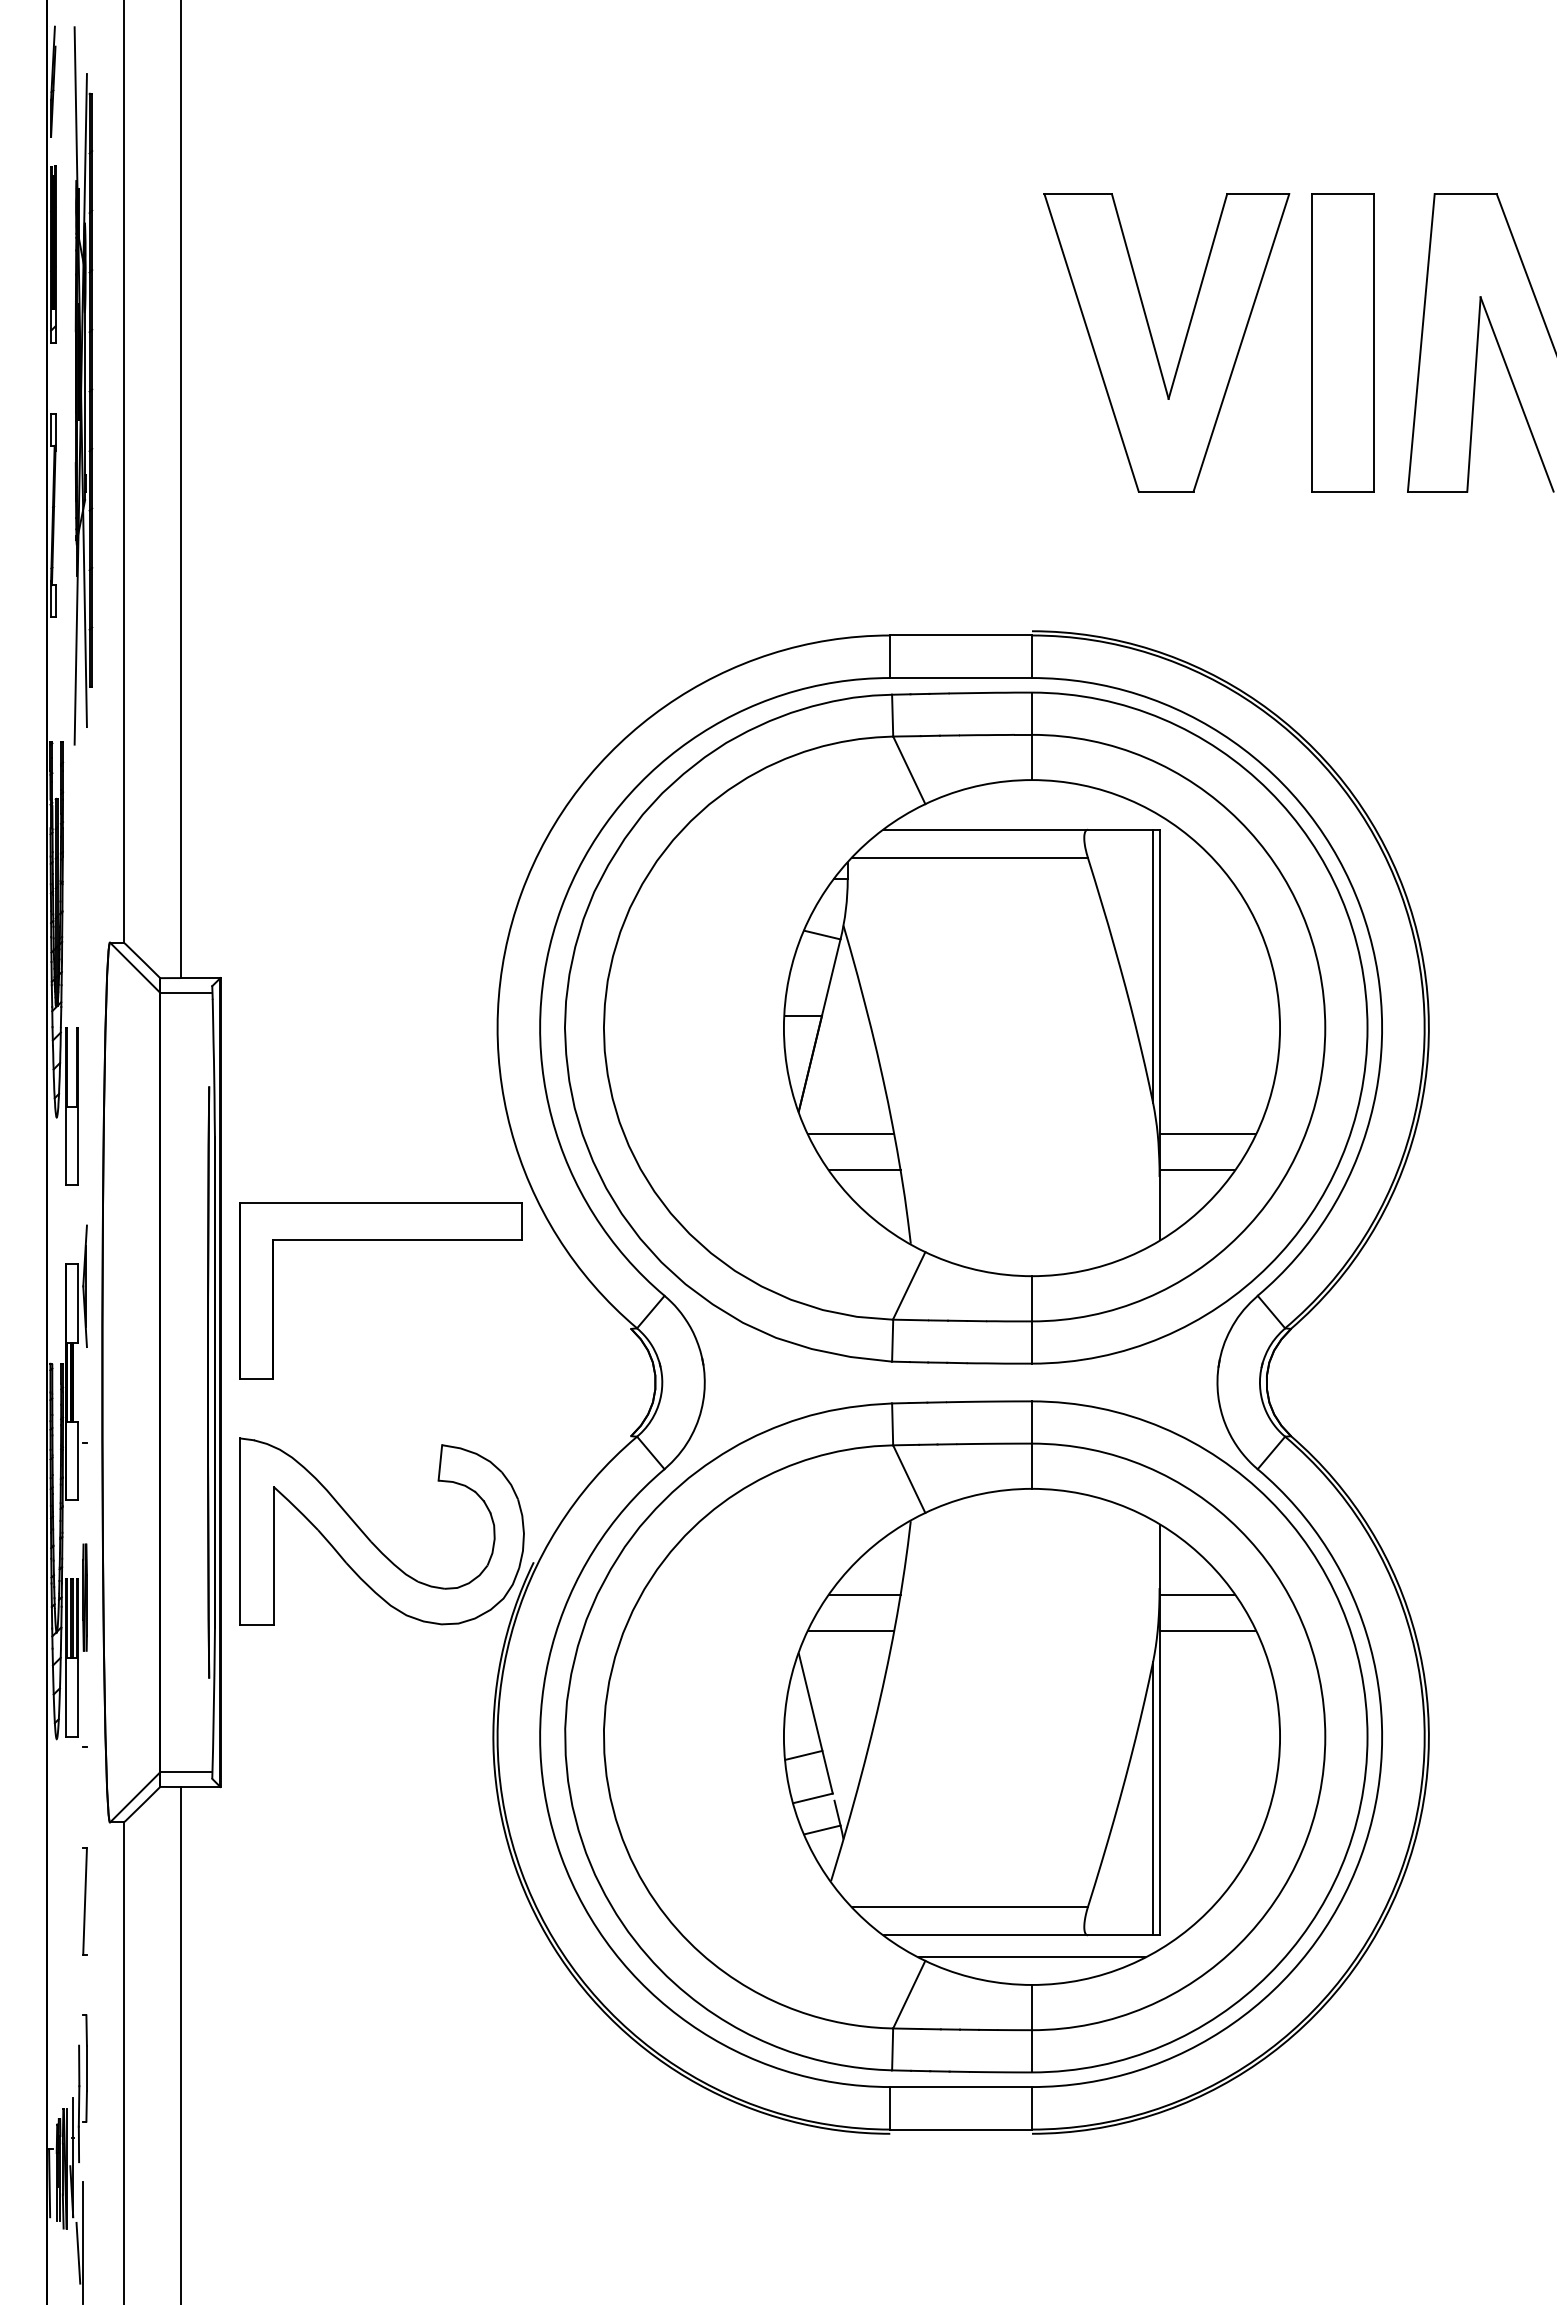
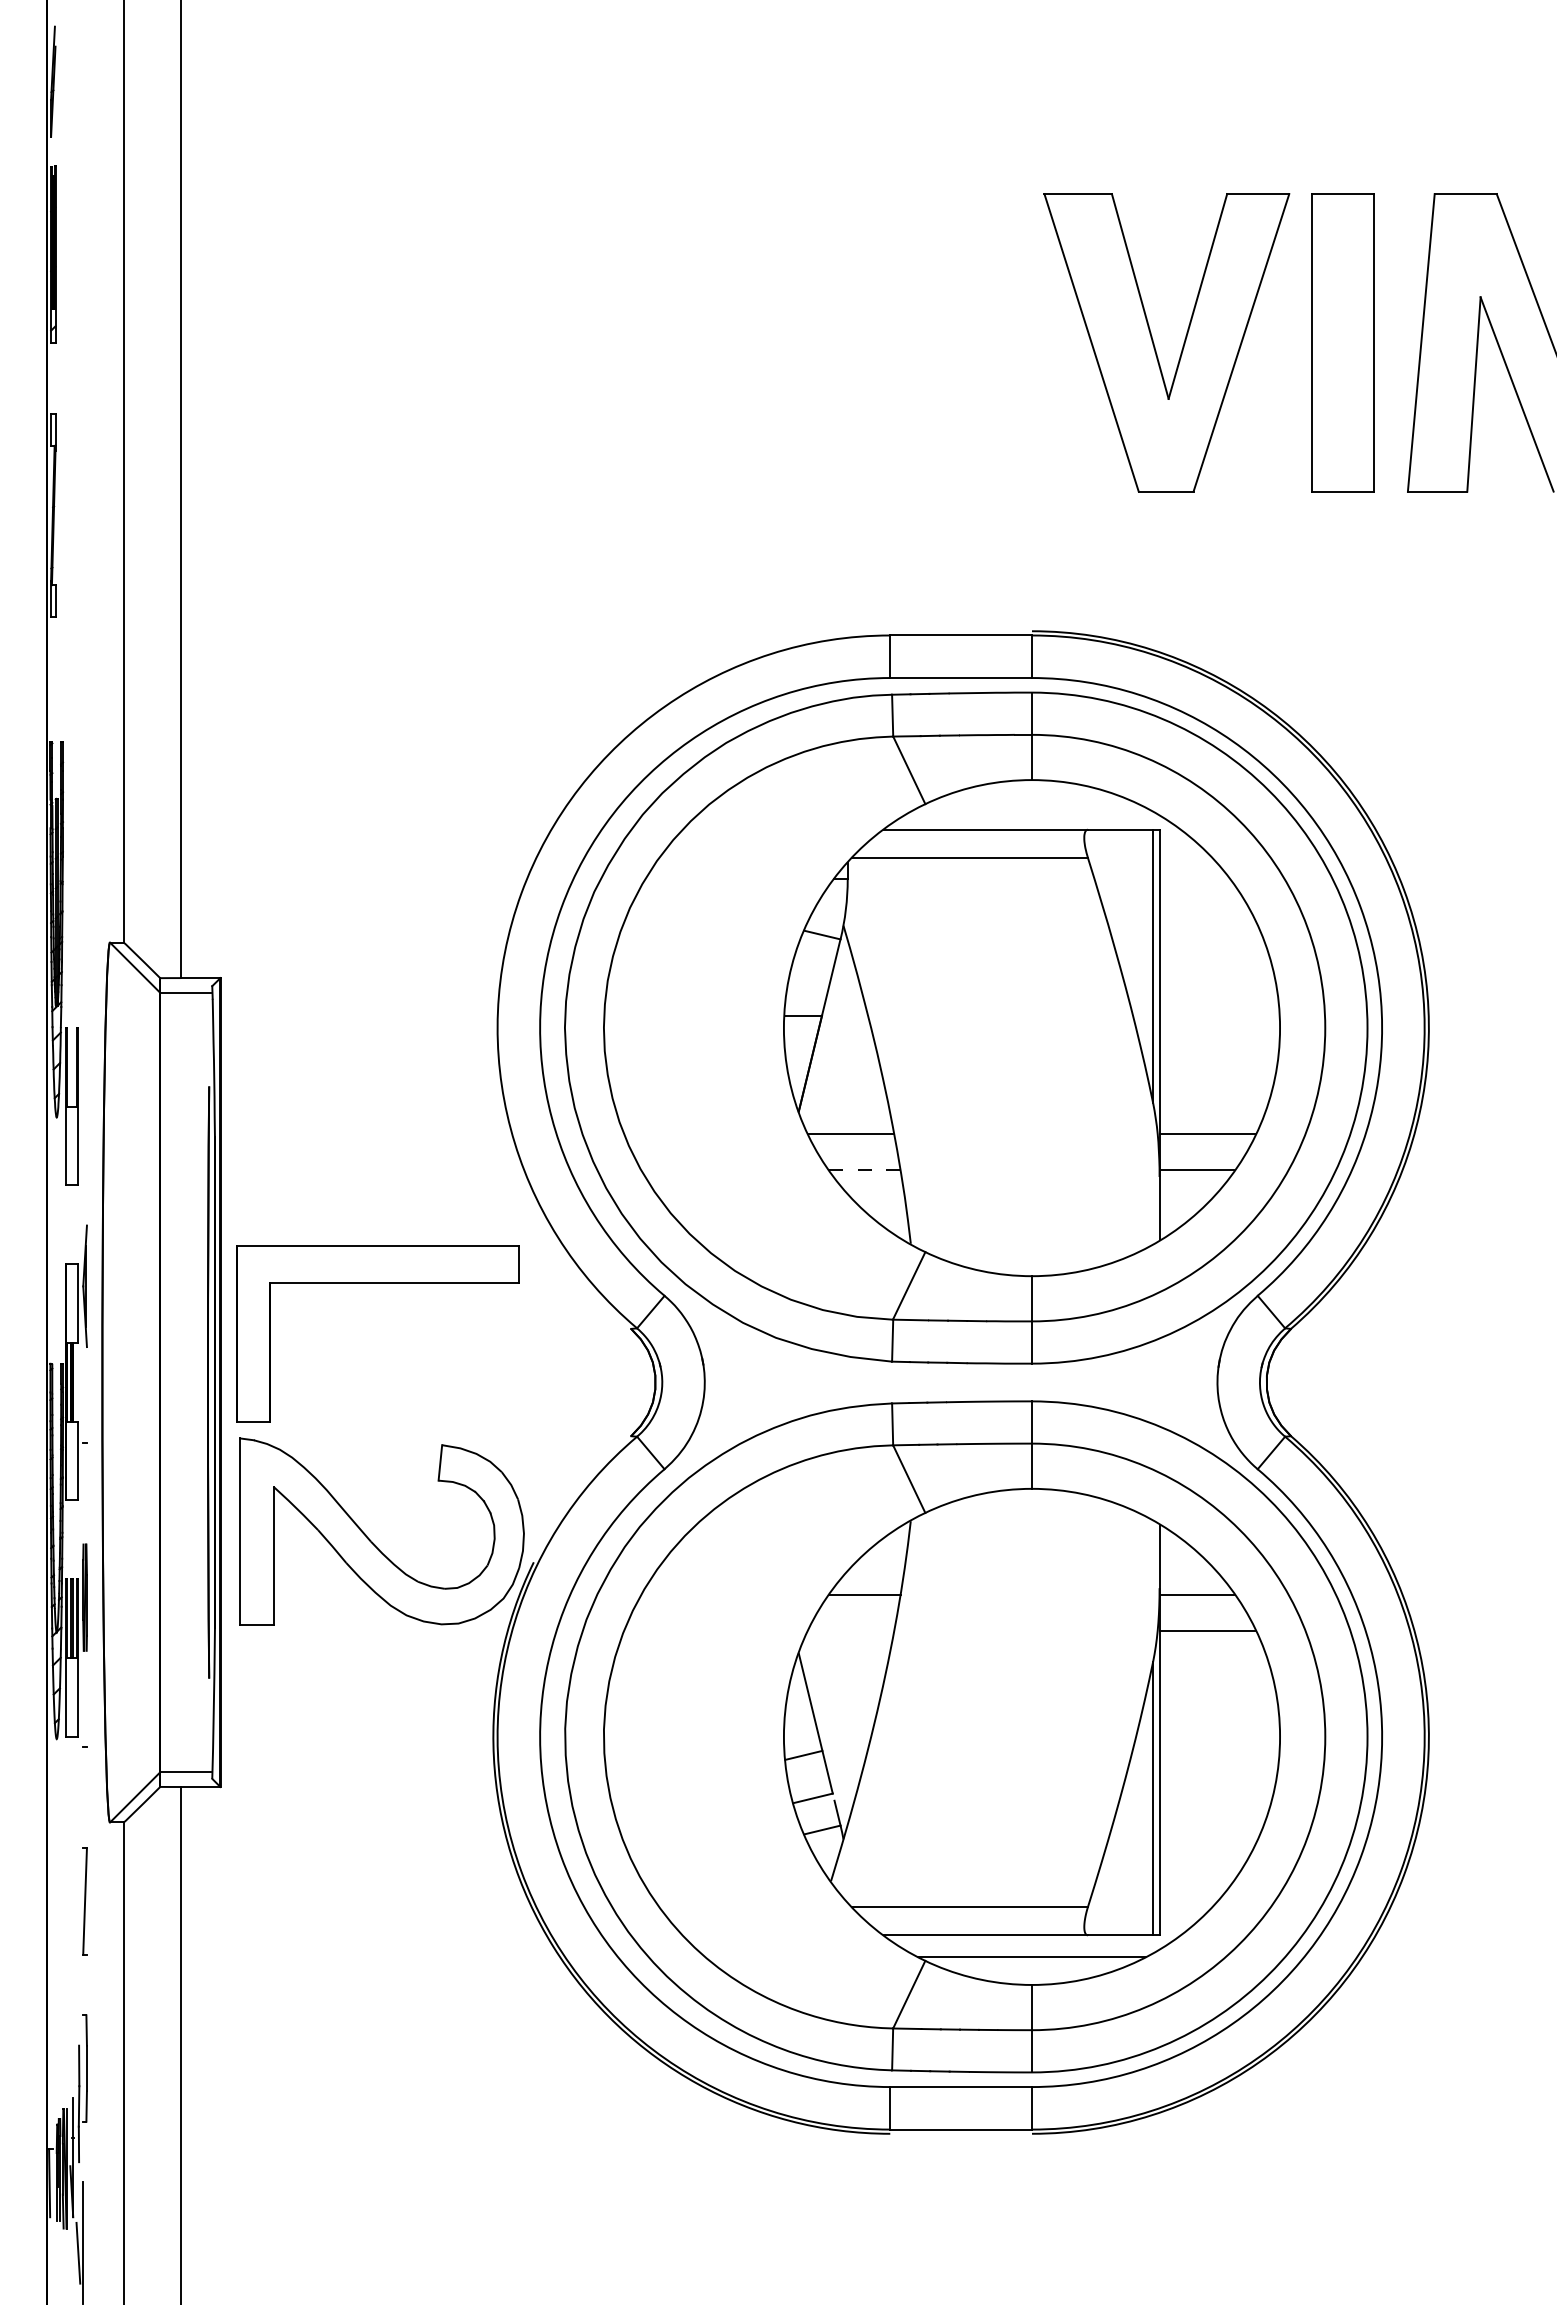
part at (83, 385): present -> none
line at (864, 1169): solid -> dashed
part at (380, 1240) position: (380, 1240) -> (377, 1283)
line at (851, 1630): present -> none
